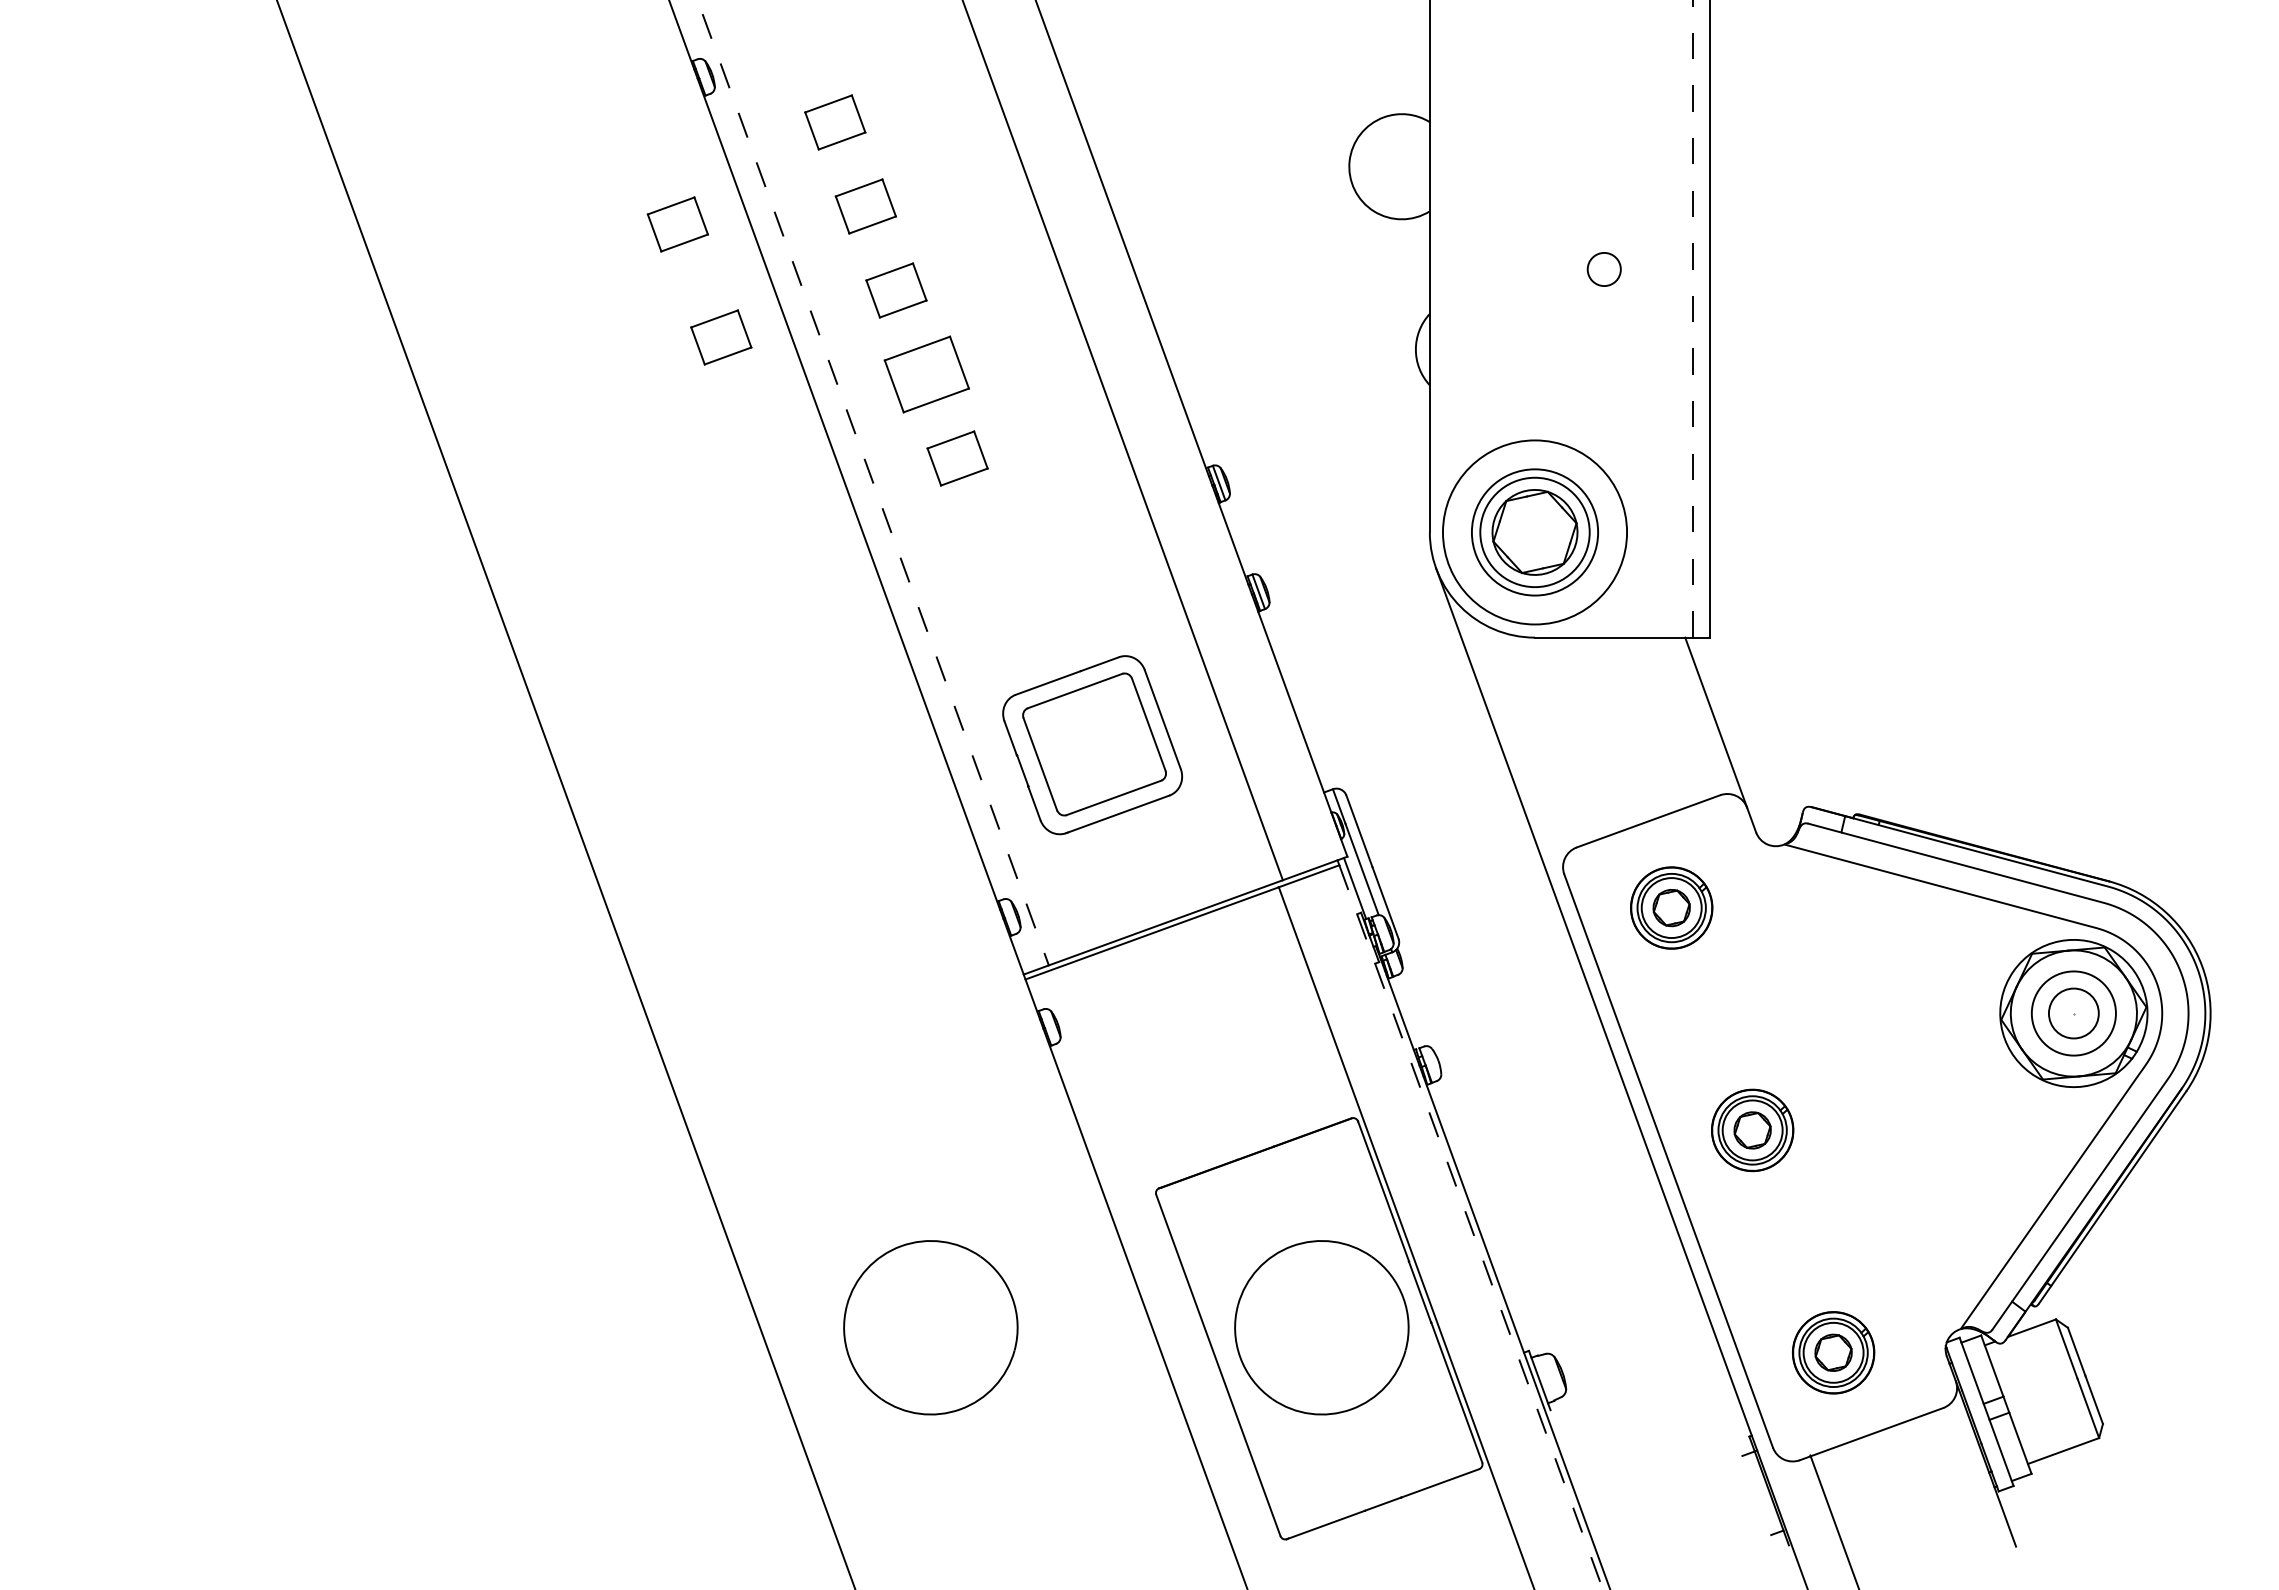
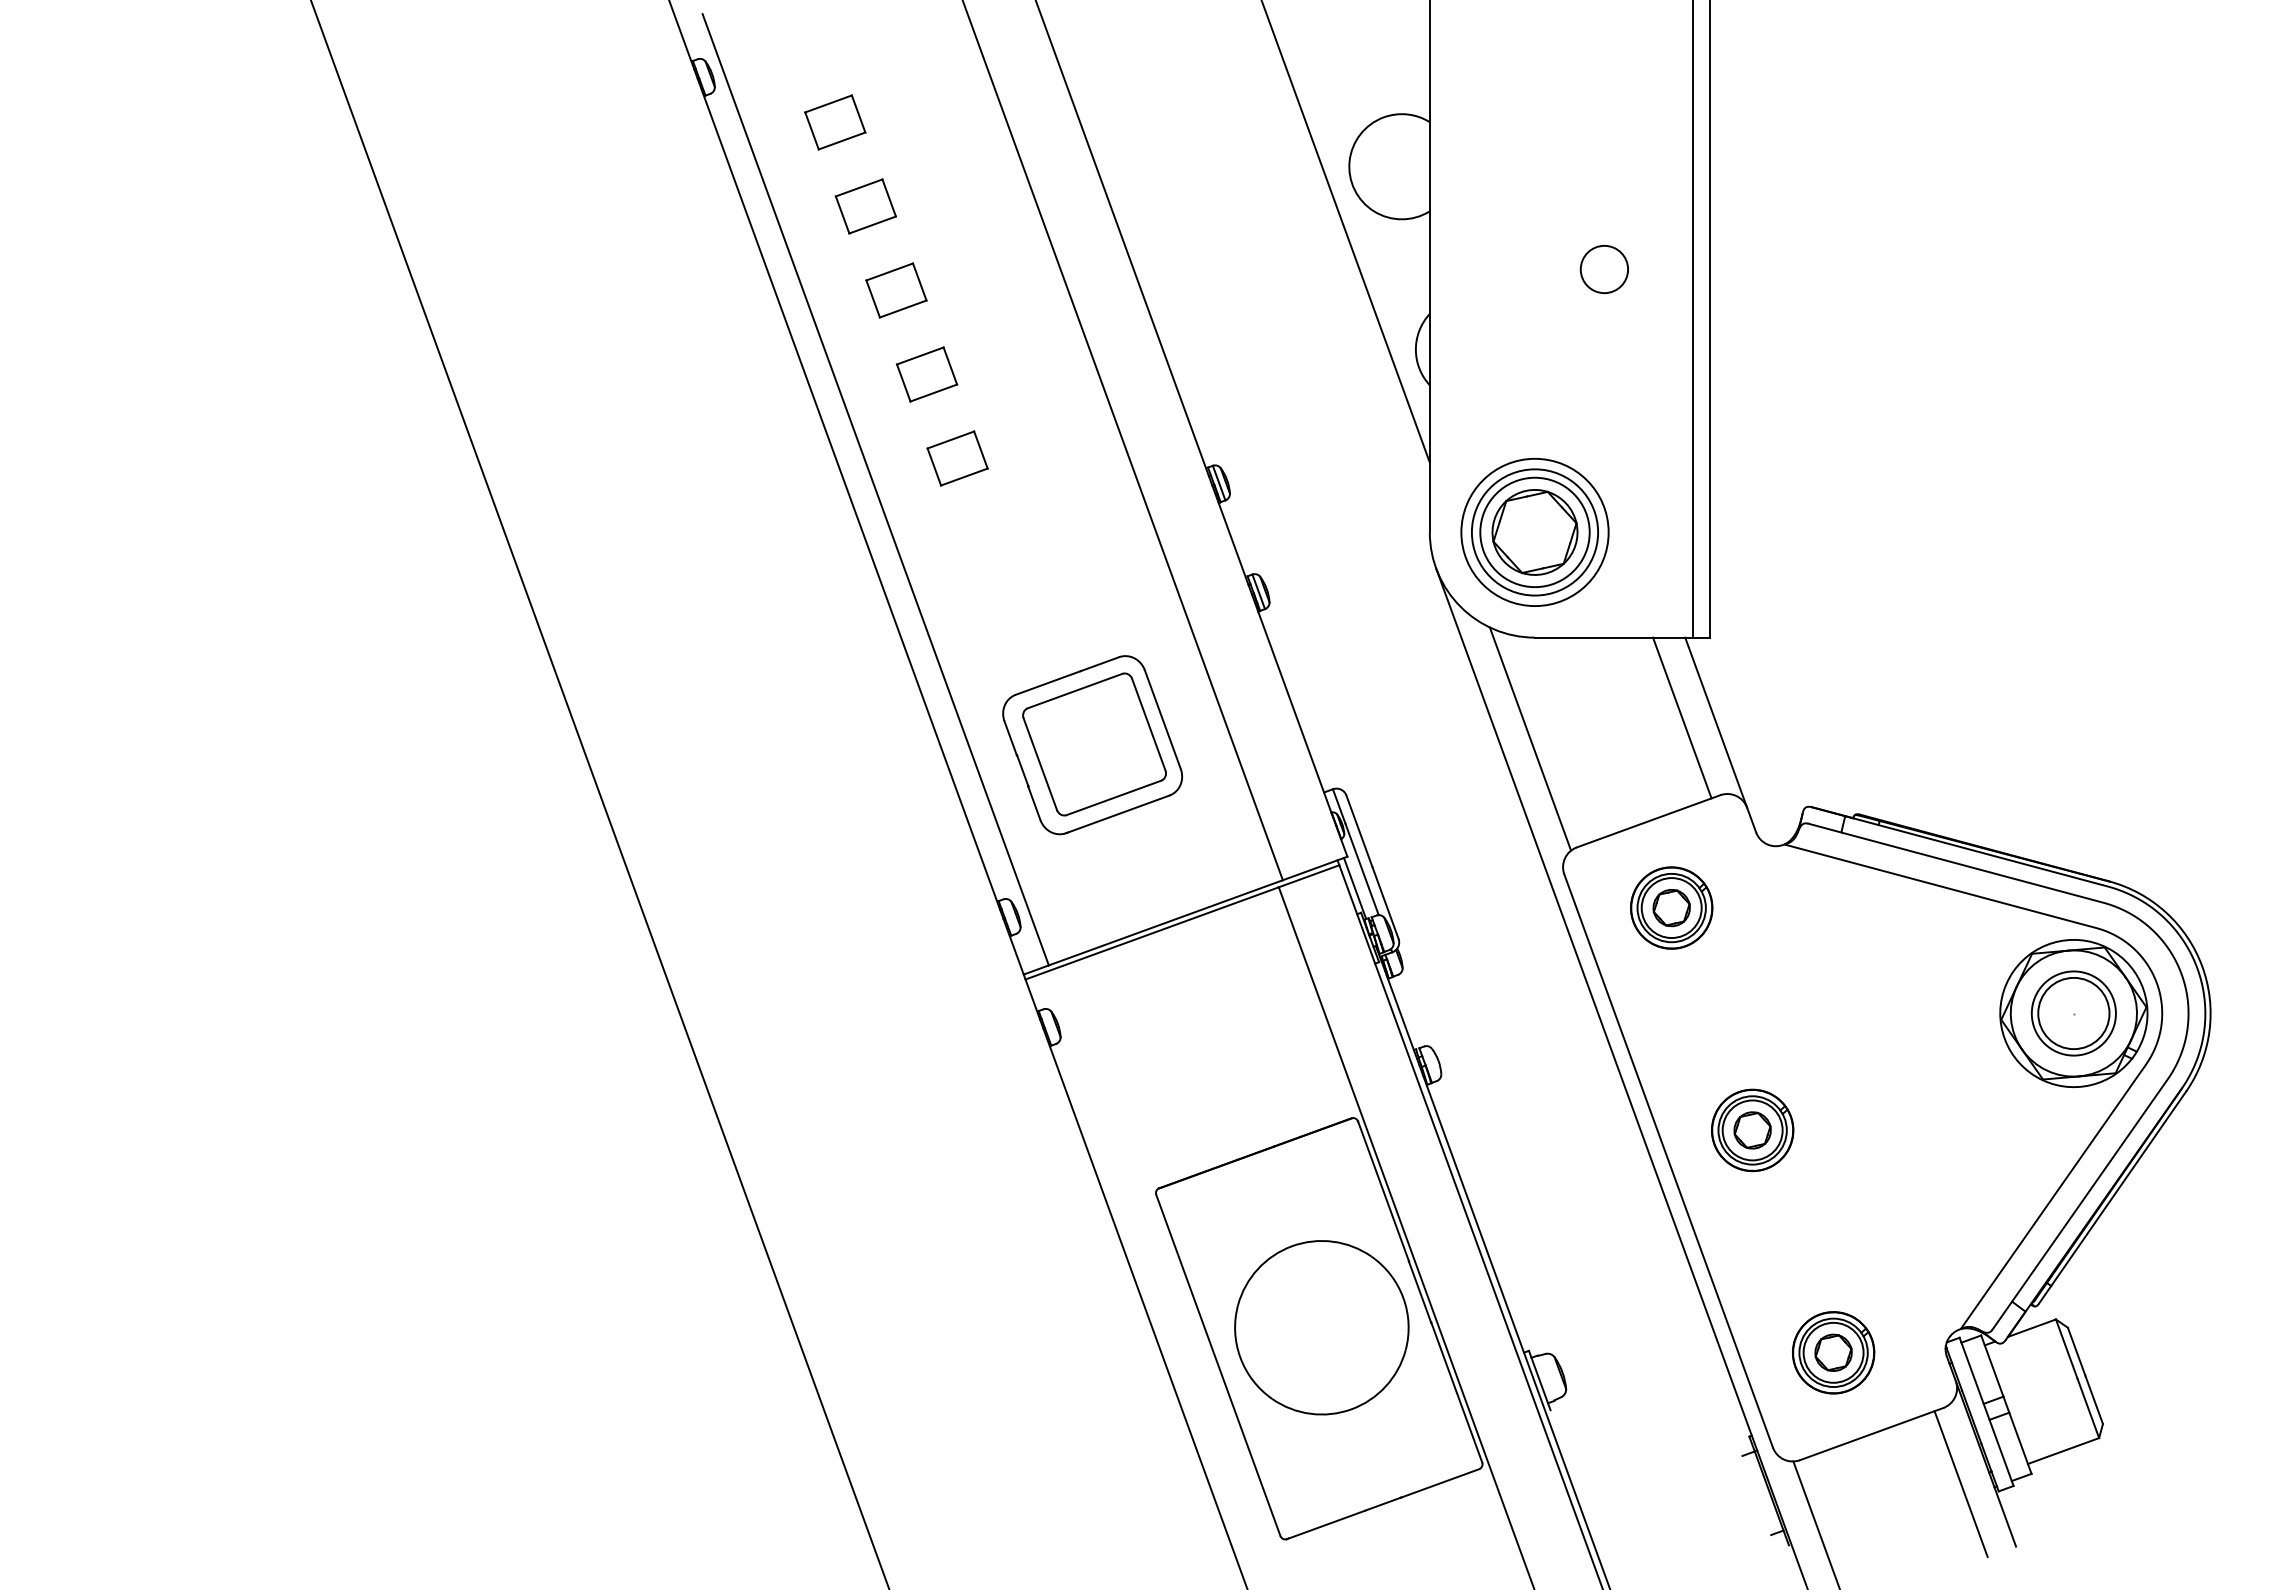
part at (677, 224): present -> none
line at (1345, 232): none -> present
circle at (1603, 269) size: 36x35 px -> 50x49 px
line at (1692, 318): dashed -> solid
part at (721, 337): present -> none
part at (926, 374) size: 87x79 px -> 63x57 px
line at (875, 490): dashed -> solid
circle at (1534, 532) diameter: 184 px -> 147 px
line at (1682, 717): none -> present
line at (1530, 738): none -> present
line at (565, 794) position: (565, 794) -> (599, 794)
circle at (2073, 1013) diameter: 50 px -> 71 px
line at (1471, 1227): dashed -> solid
part at (930, 1327): present -> none
line at (1960, 1484): none -> present
line at (1834, 1520) position: (1834, 1520) -> (1815, 1523)
